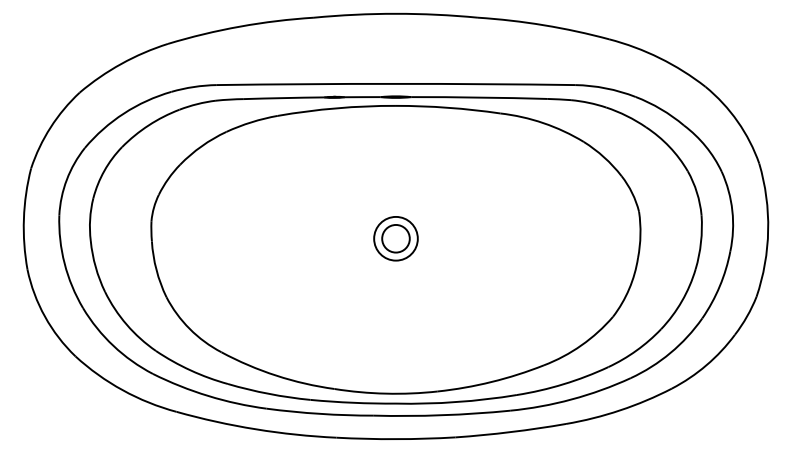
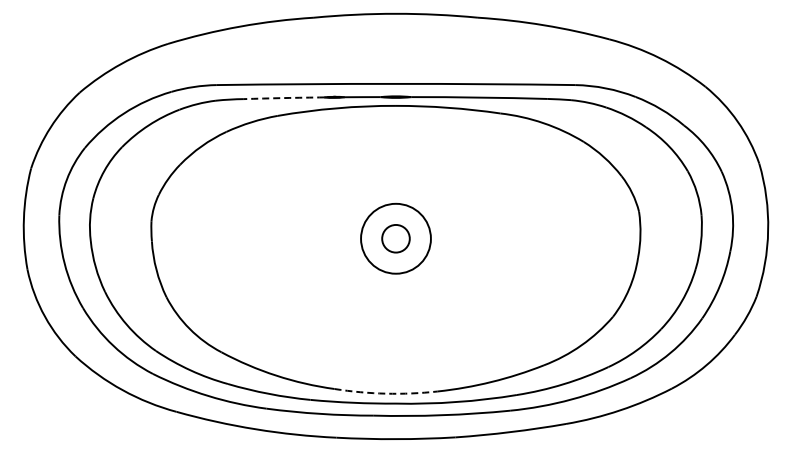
arc at (284, 98): solid -> dashed
circle at (395, 238) diameter: 44 px -> 70 px
arc at (386, 393): solid -> dashed
